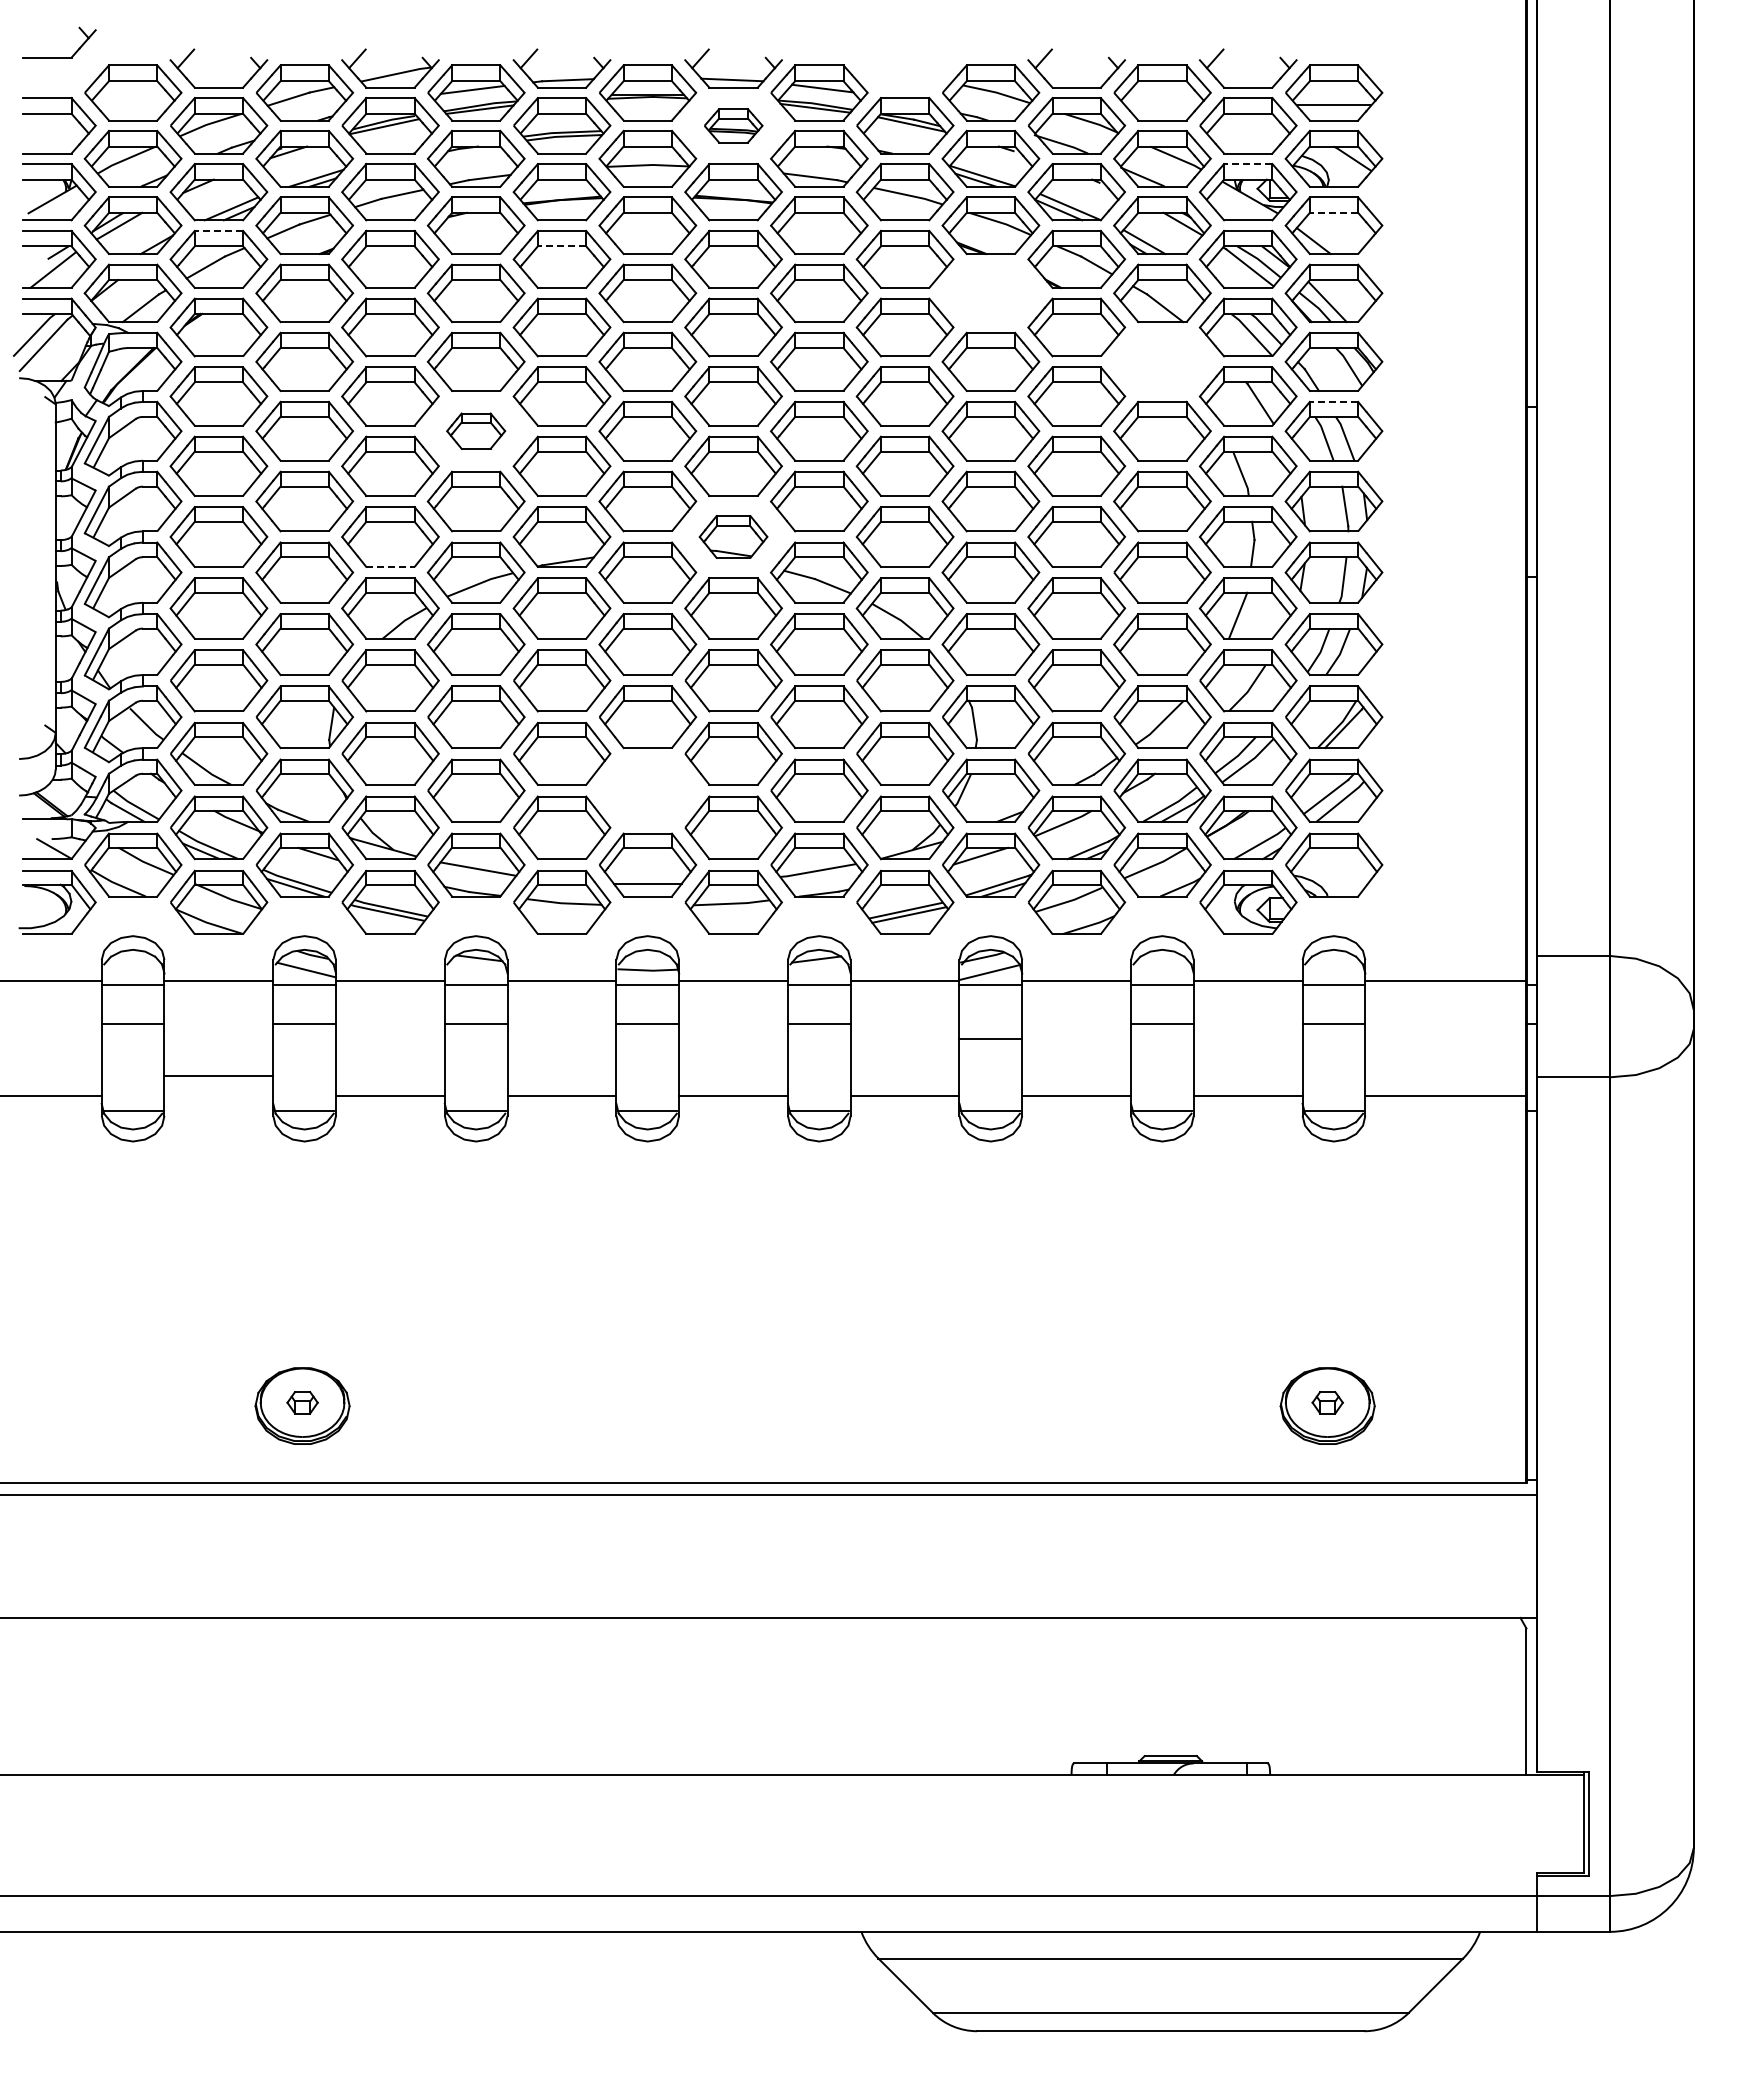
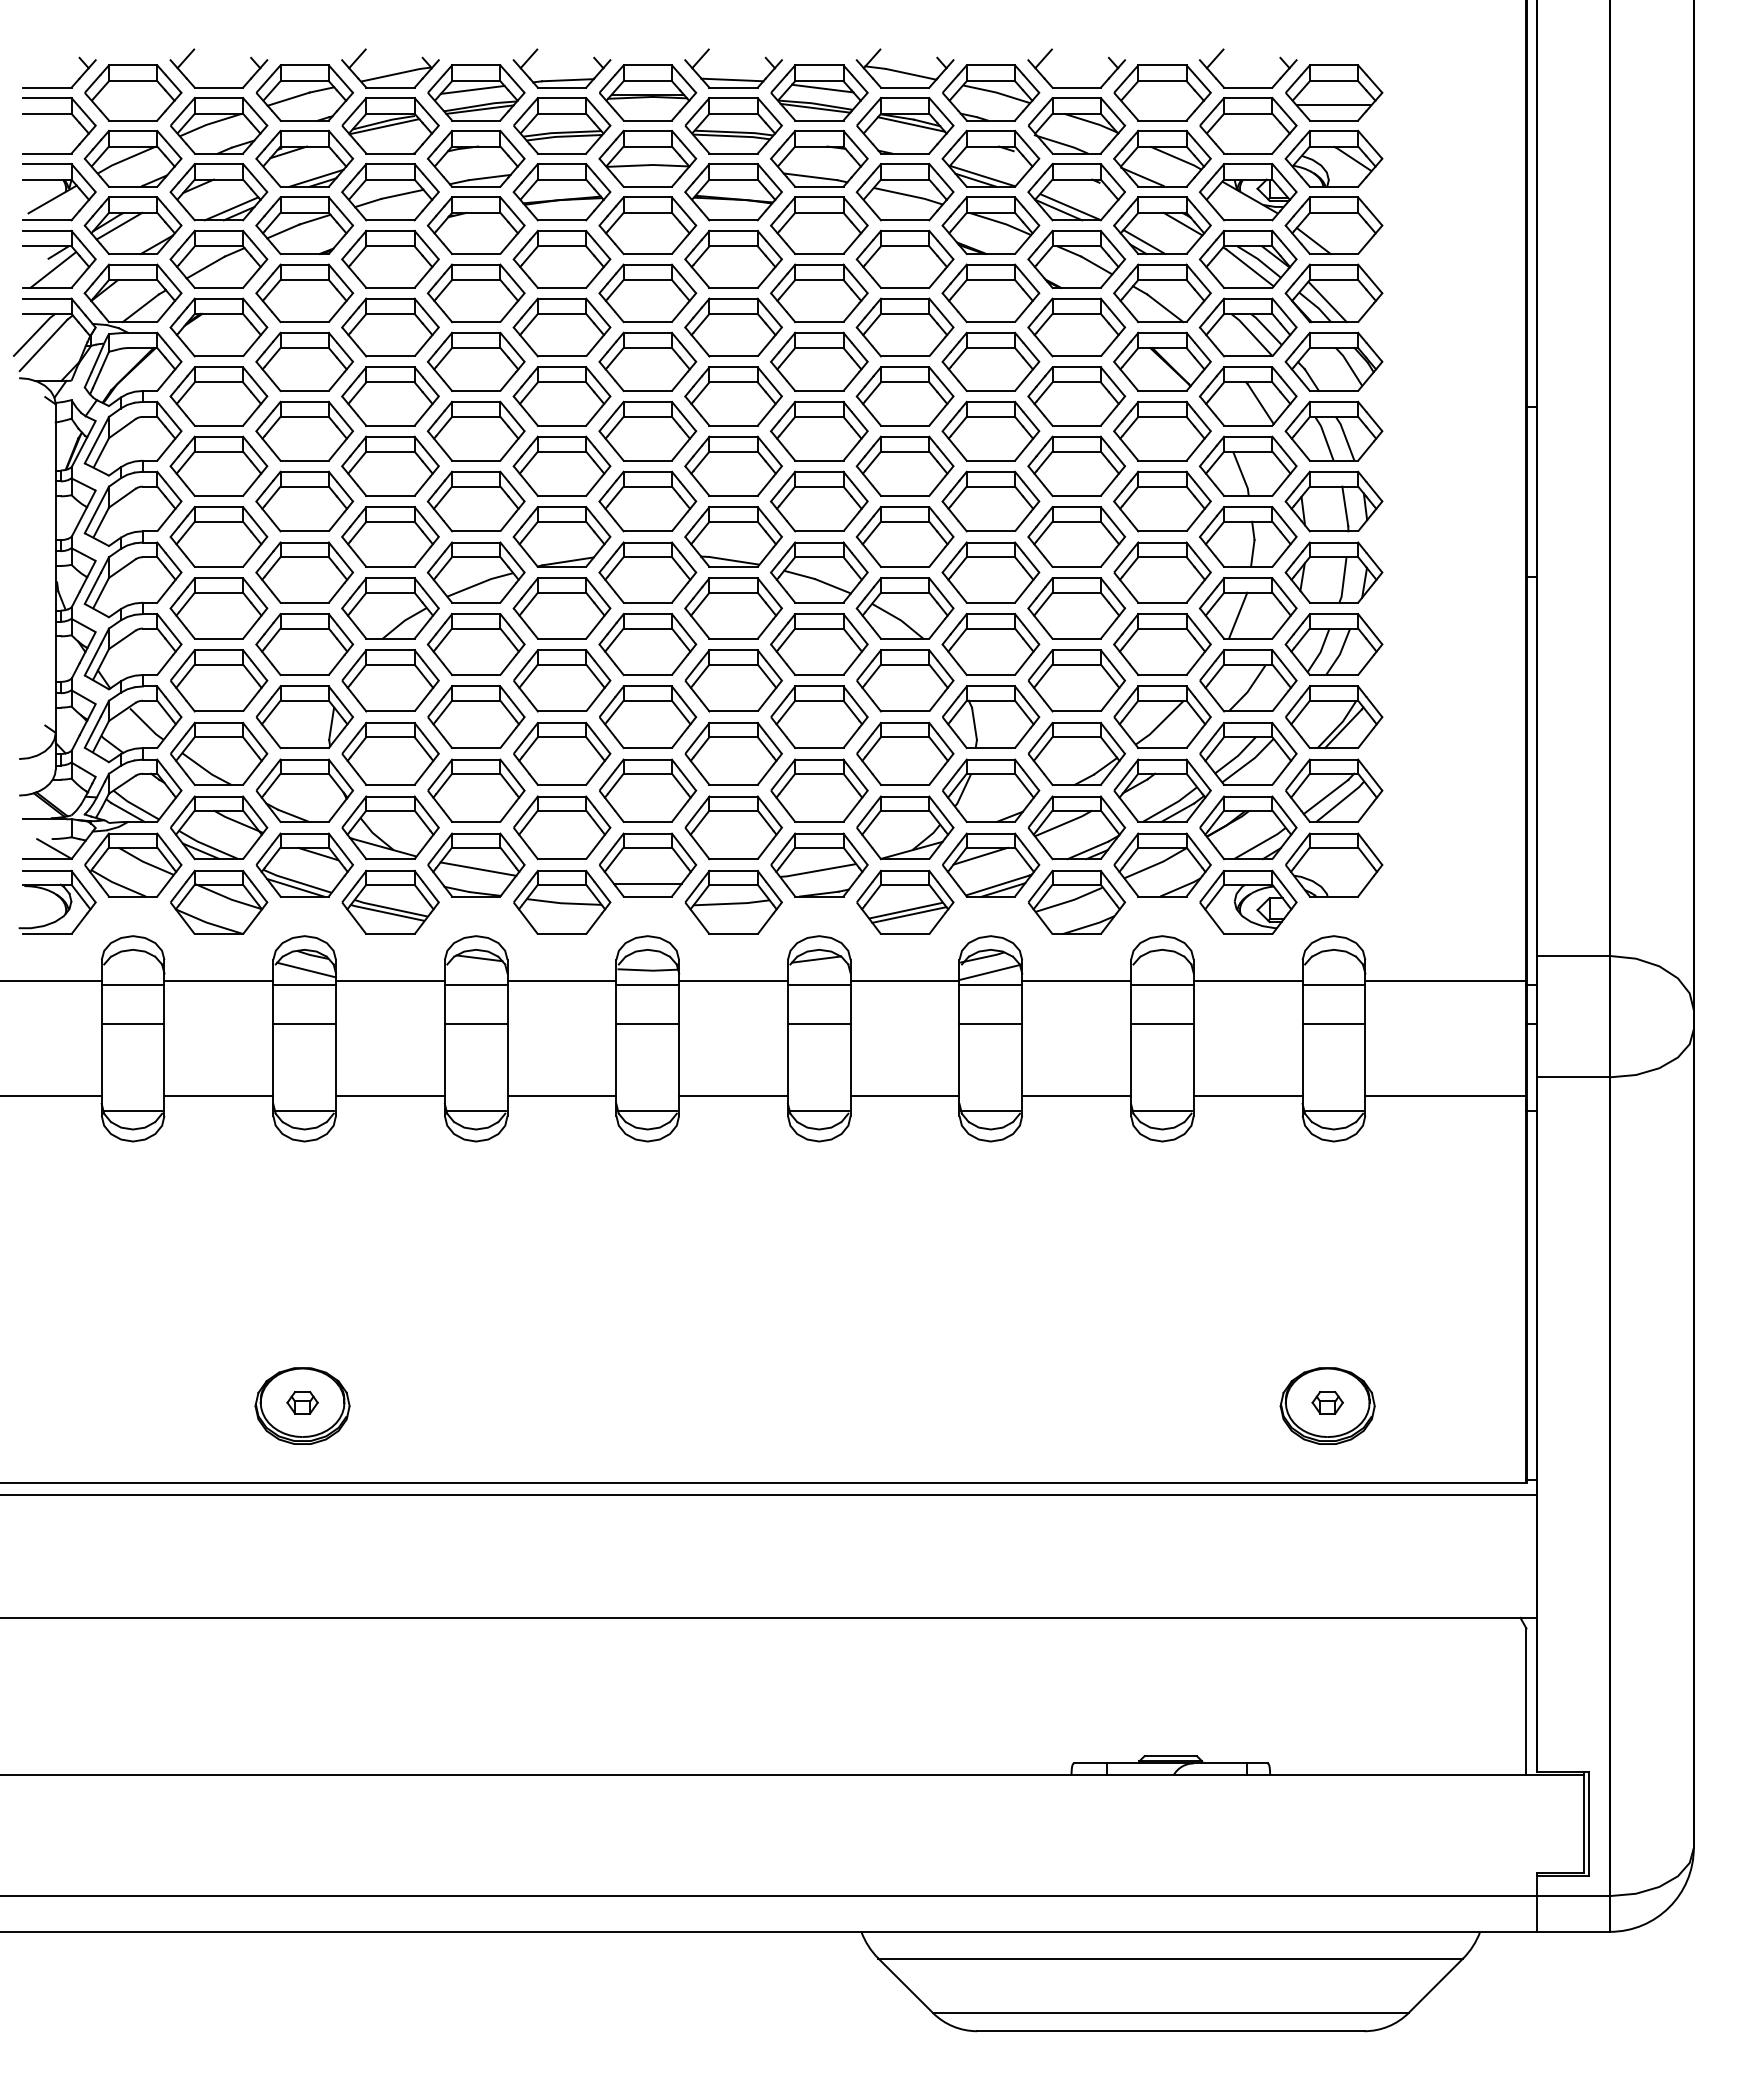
part at (59, 57) position: (59, 57) -> (59, 87)
part at (904, 68): none -> present
part at (733, 125) size: 60x36 px -> 99x58 px
line at (1247, 164): dashed -> solid
line at (1333, 212): dashed -> solid
line at (218, 230): dashed -> solid
line at (561, 246): dashed -> solid
part at (990, 293): none -> present
part at (1162, 361): none -> present
line at (1333, 401): dashed -> solid
part at (476, 430) size: 61x38 px -> 100x62 px
part at (733, 536) size: 71x44 px -> 99x62 px
line at (390, 566): dashed -> solid
part at (648, 790): none -> present
line at (990, 1038) position: (990, 1038) -> (990, 1023)
line at (218, 1076) position: (218, 1076) -> (218, 1096)
